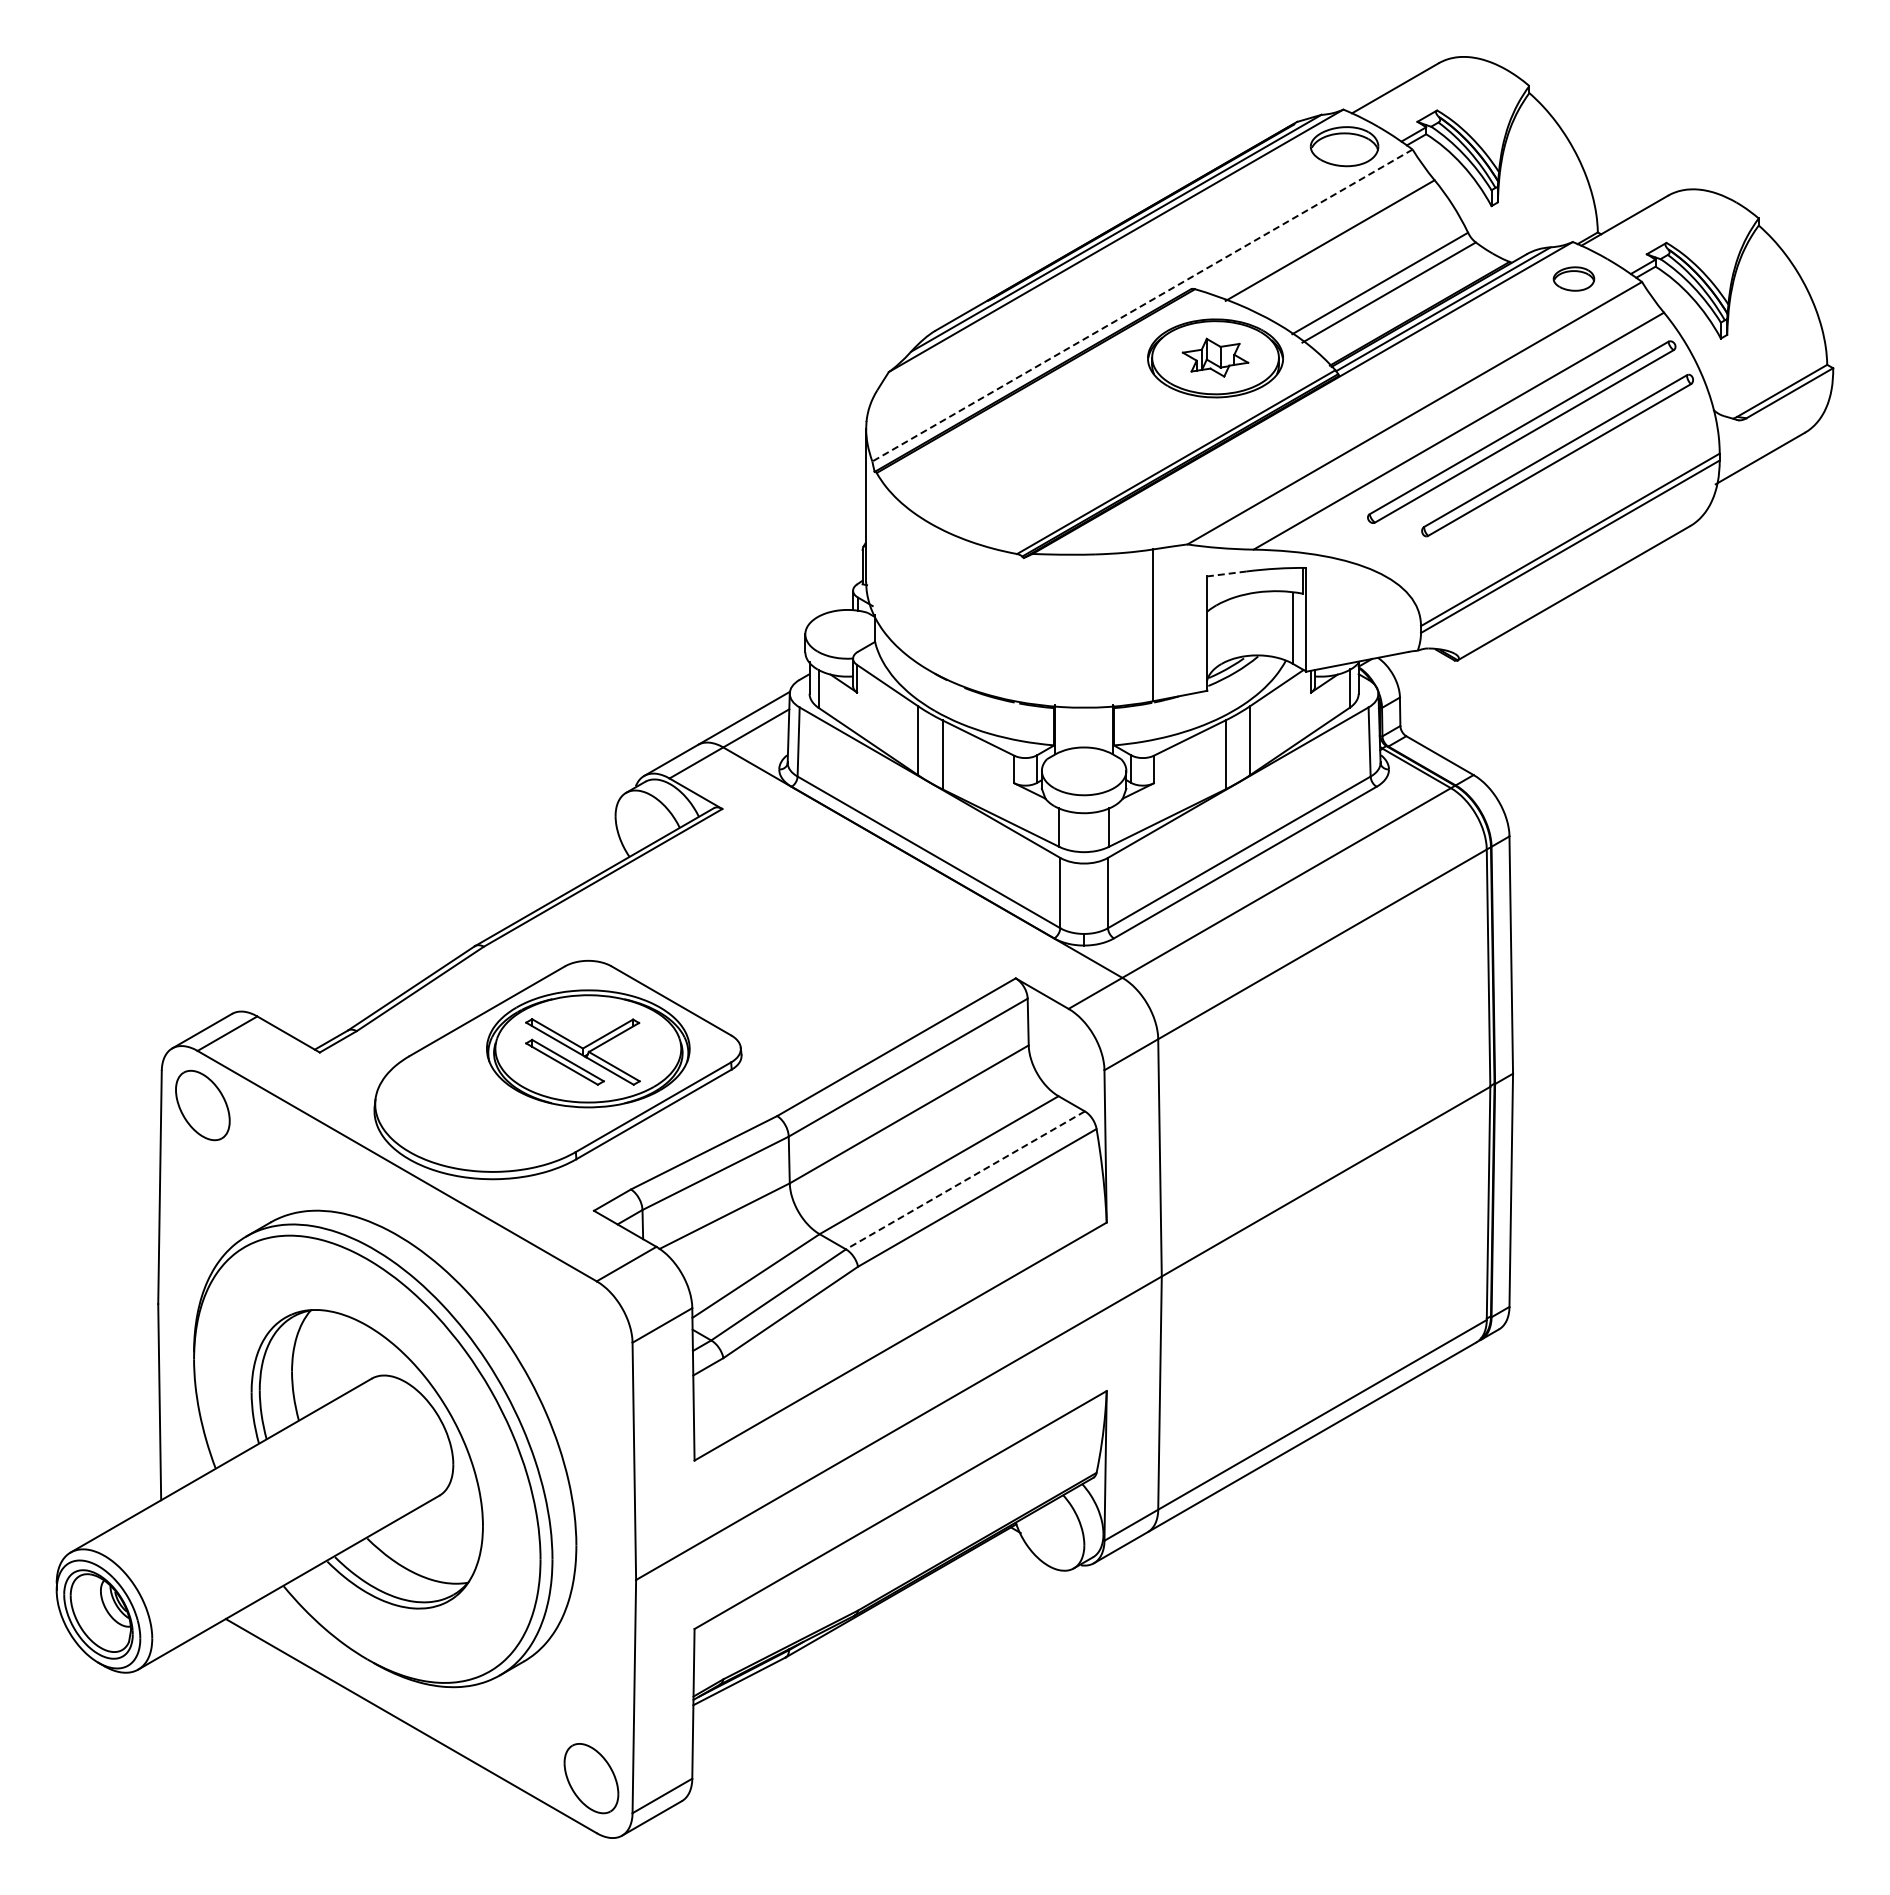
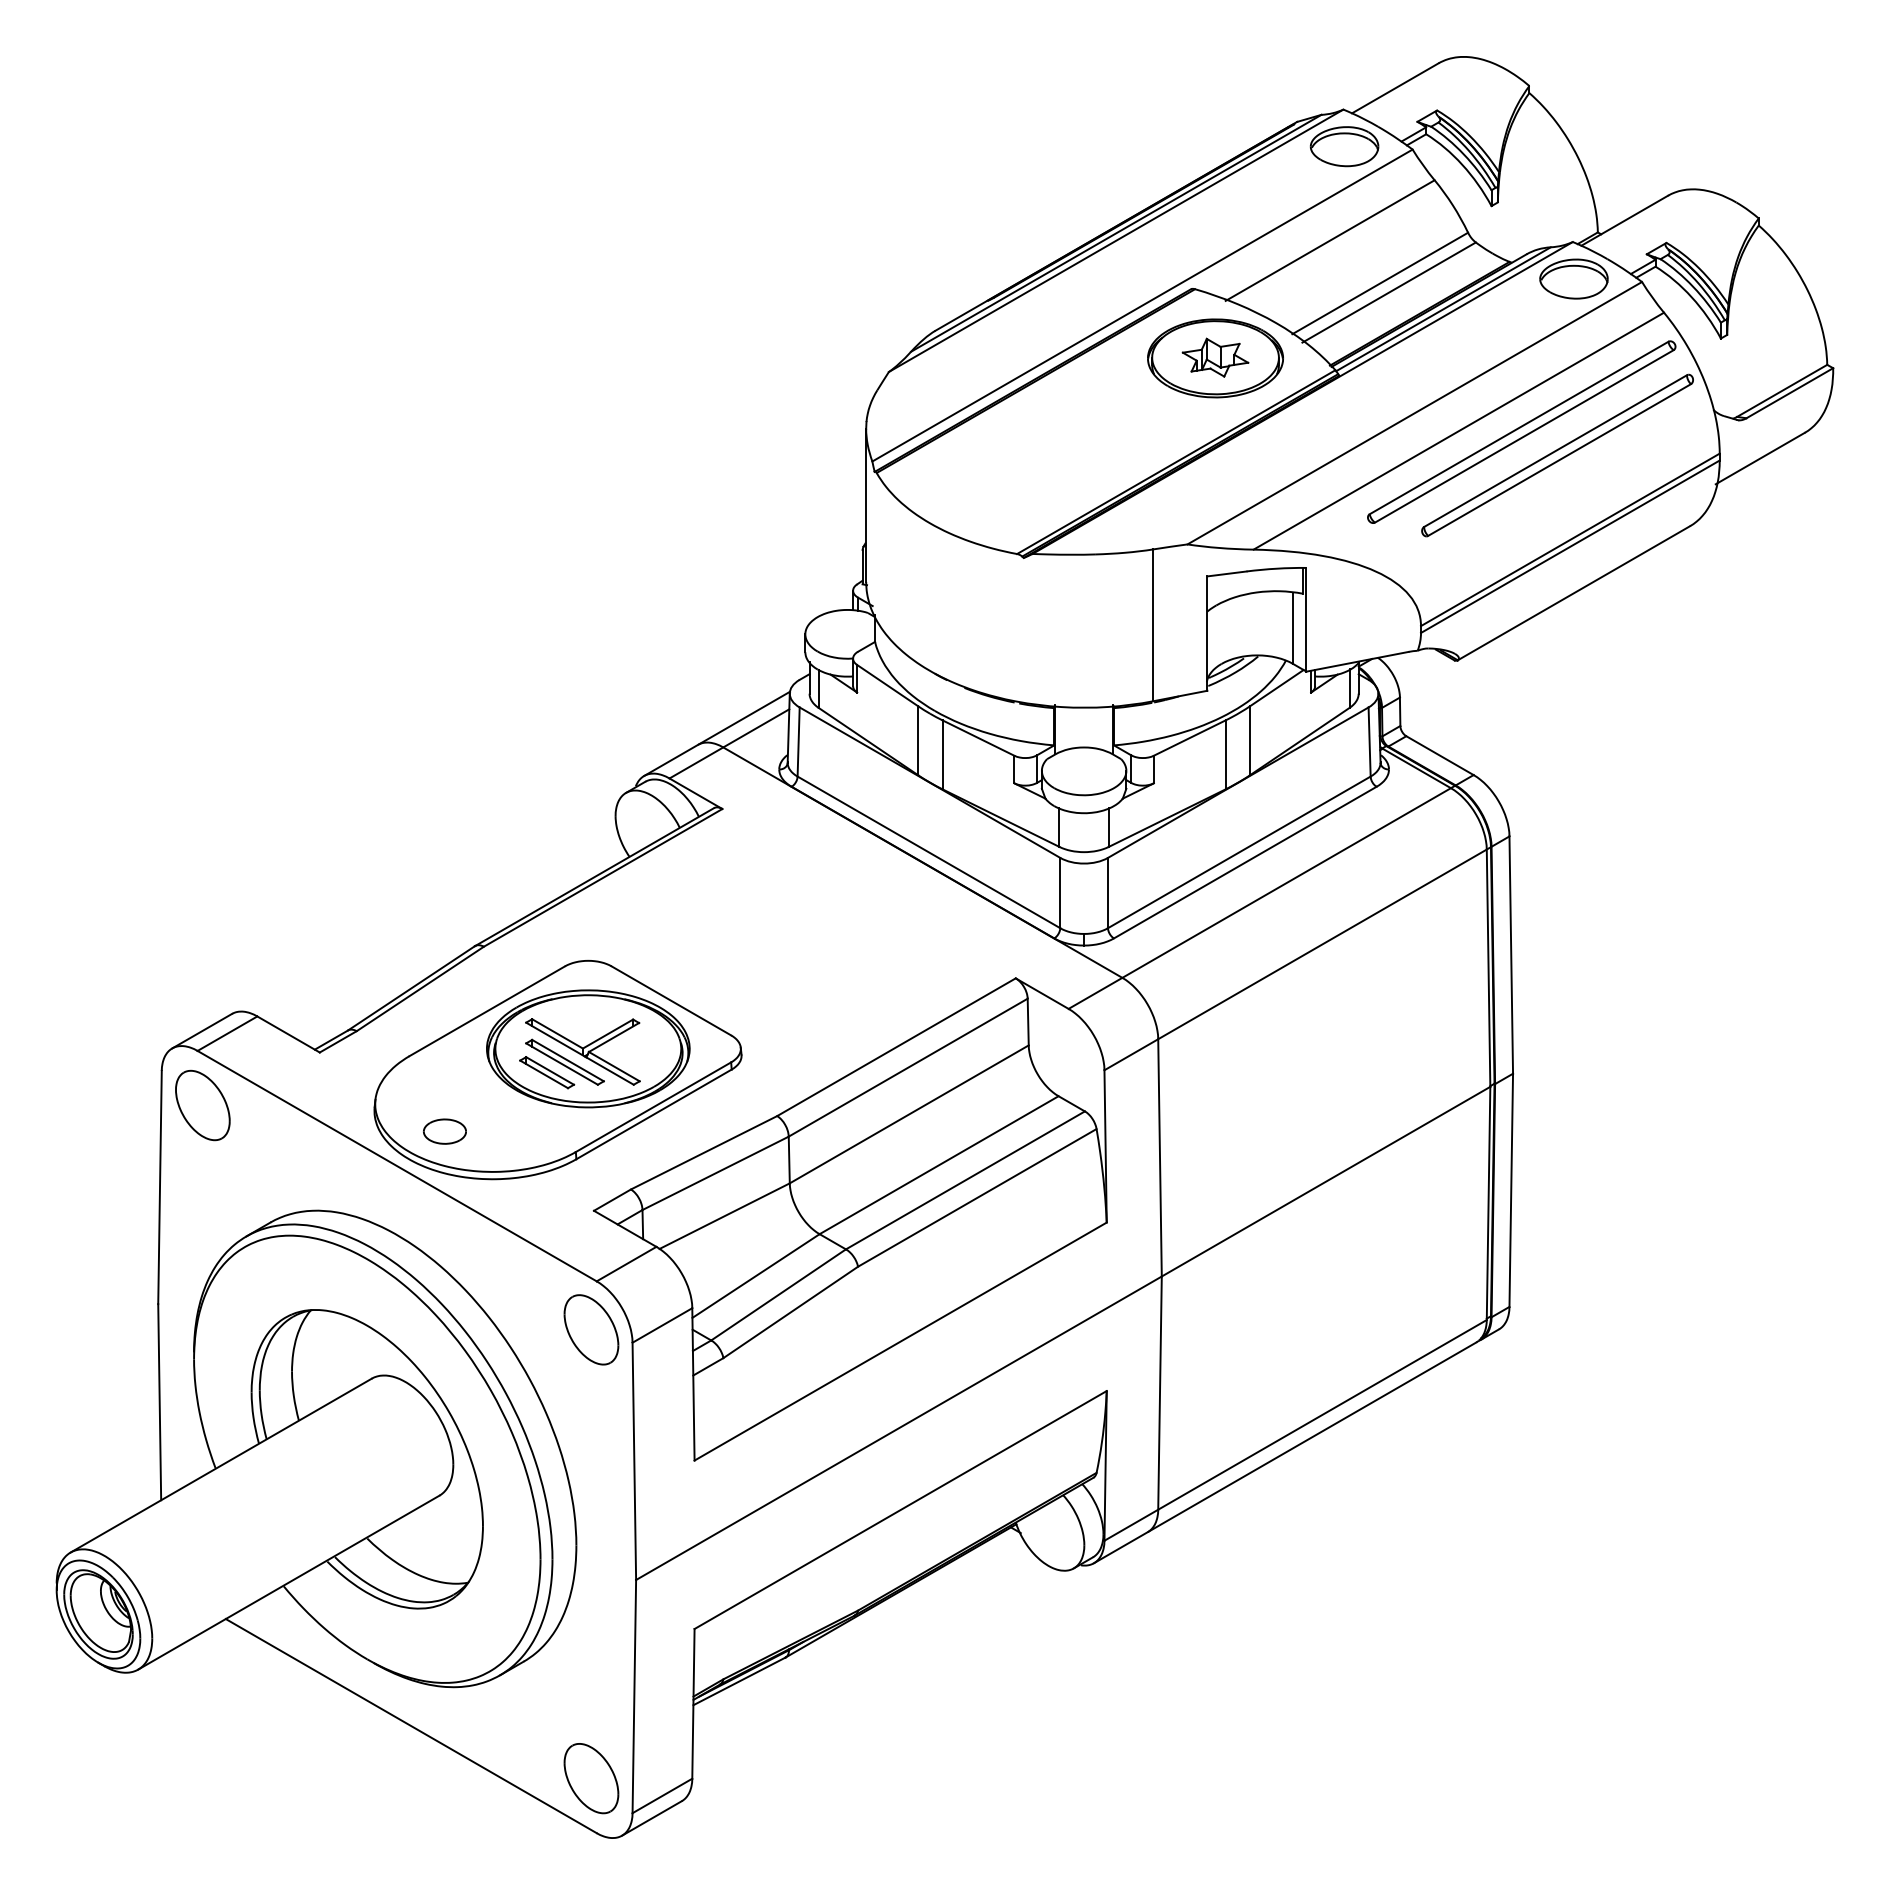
part at (1573, 278) size: 44x26 px -> 70x42 px
line at (1142, 305): dashed -> solid
line at (1226, 573): dashed -> solid
part at (547, 1072): none -> present
part at (444, 1131): none -> present
line at (965, 1180): dashed -> solid
part at (591, 1329): none -> present
